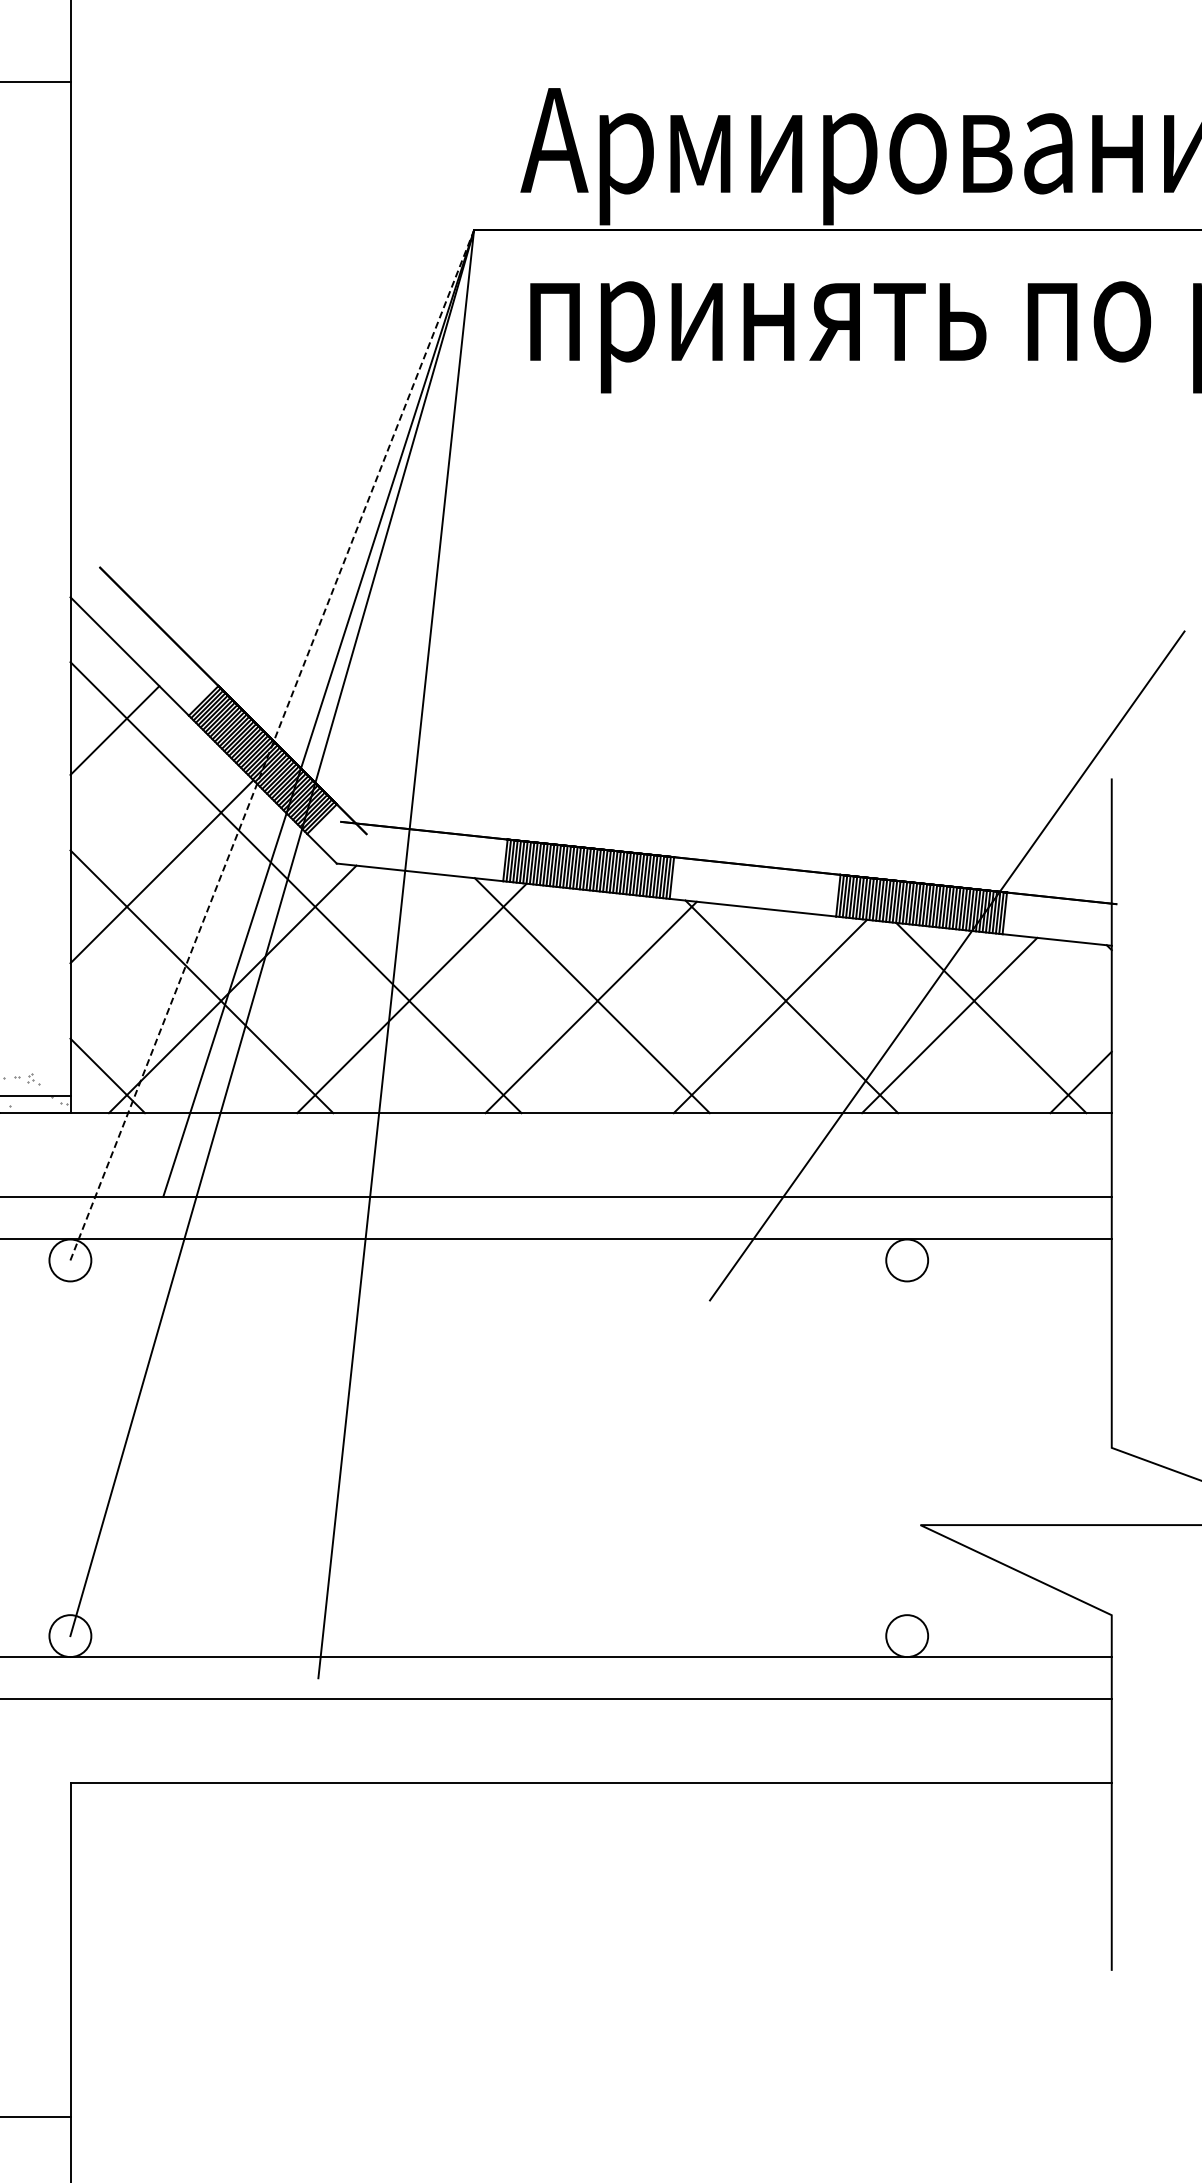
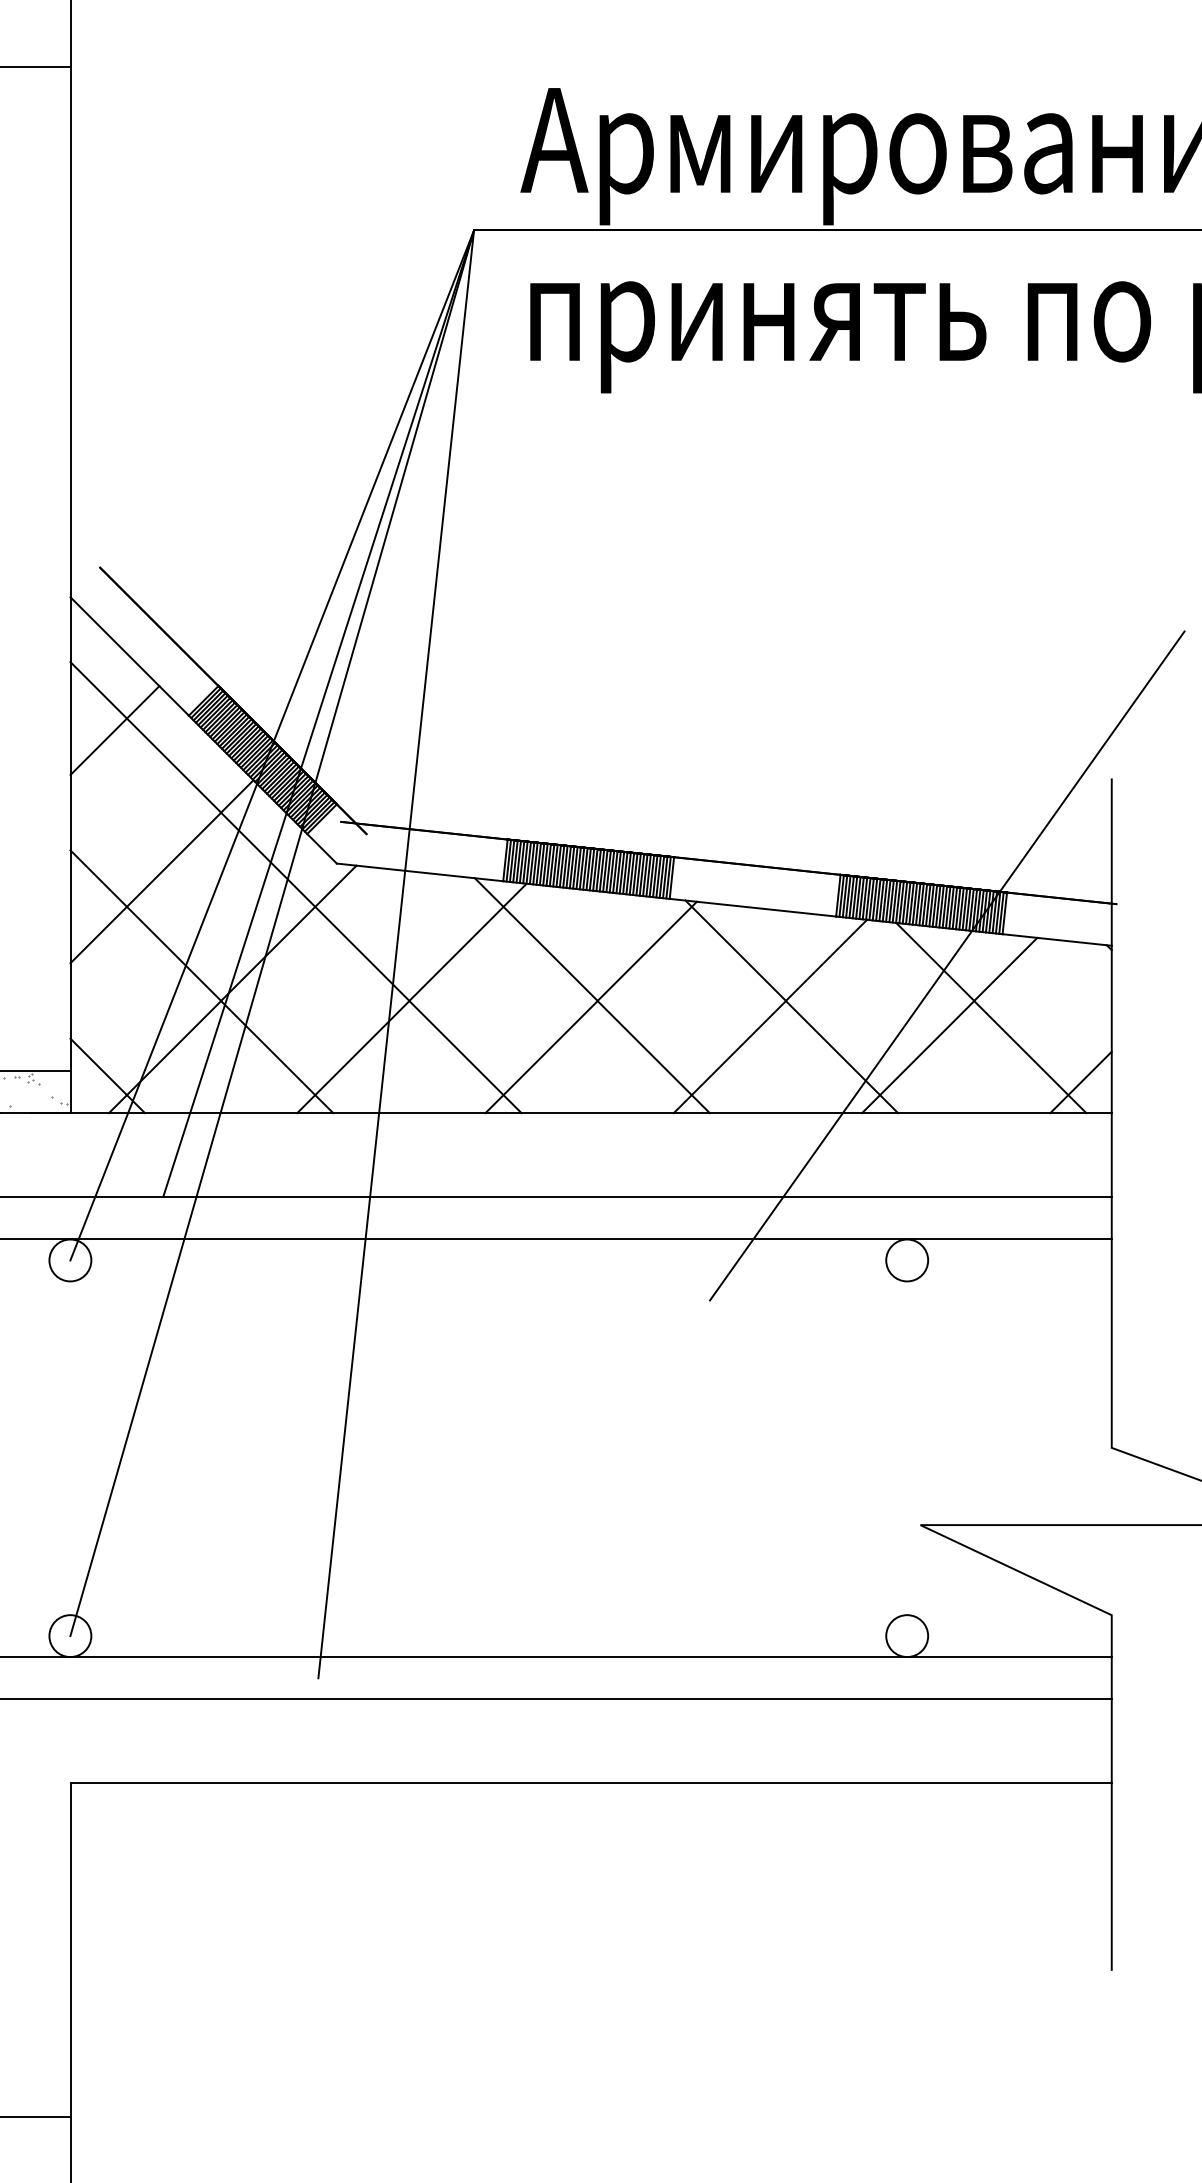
line at (36, 82) position: (36, 82) -> (36, 67)
line at (272, 745): dashed -> solid
line at (36, 1096) position: (36, 1096) -> (36, 1071)
